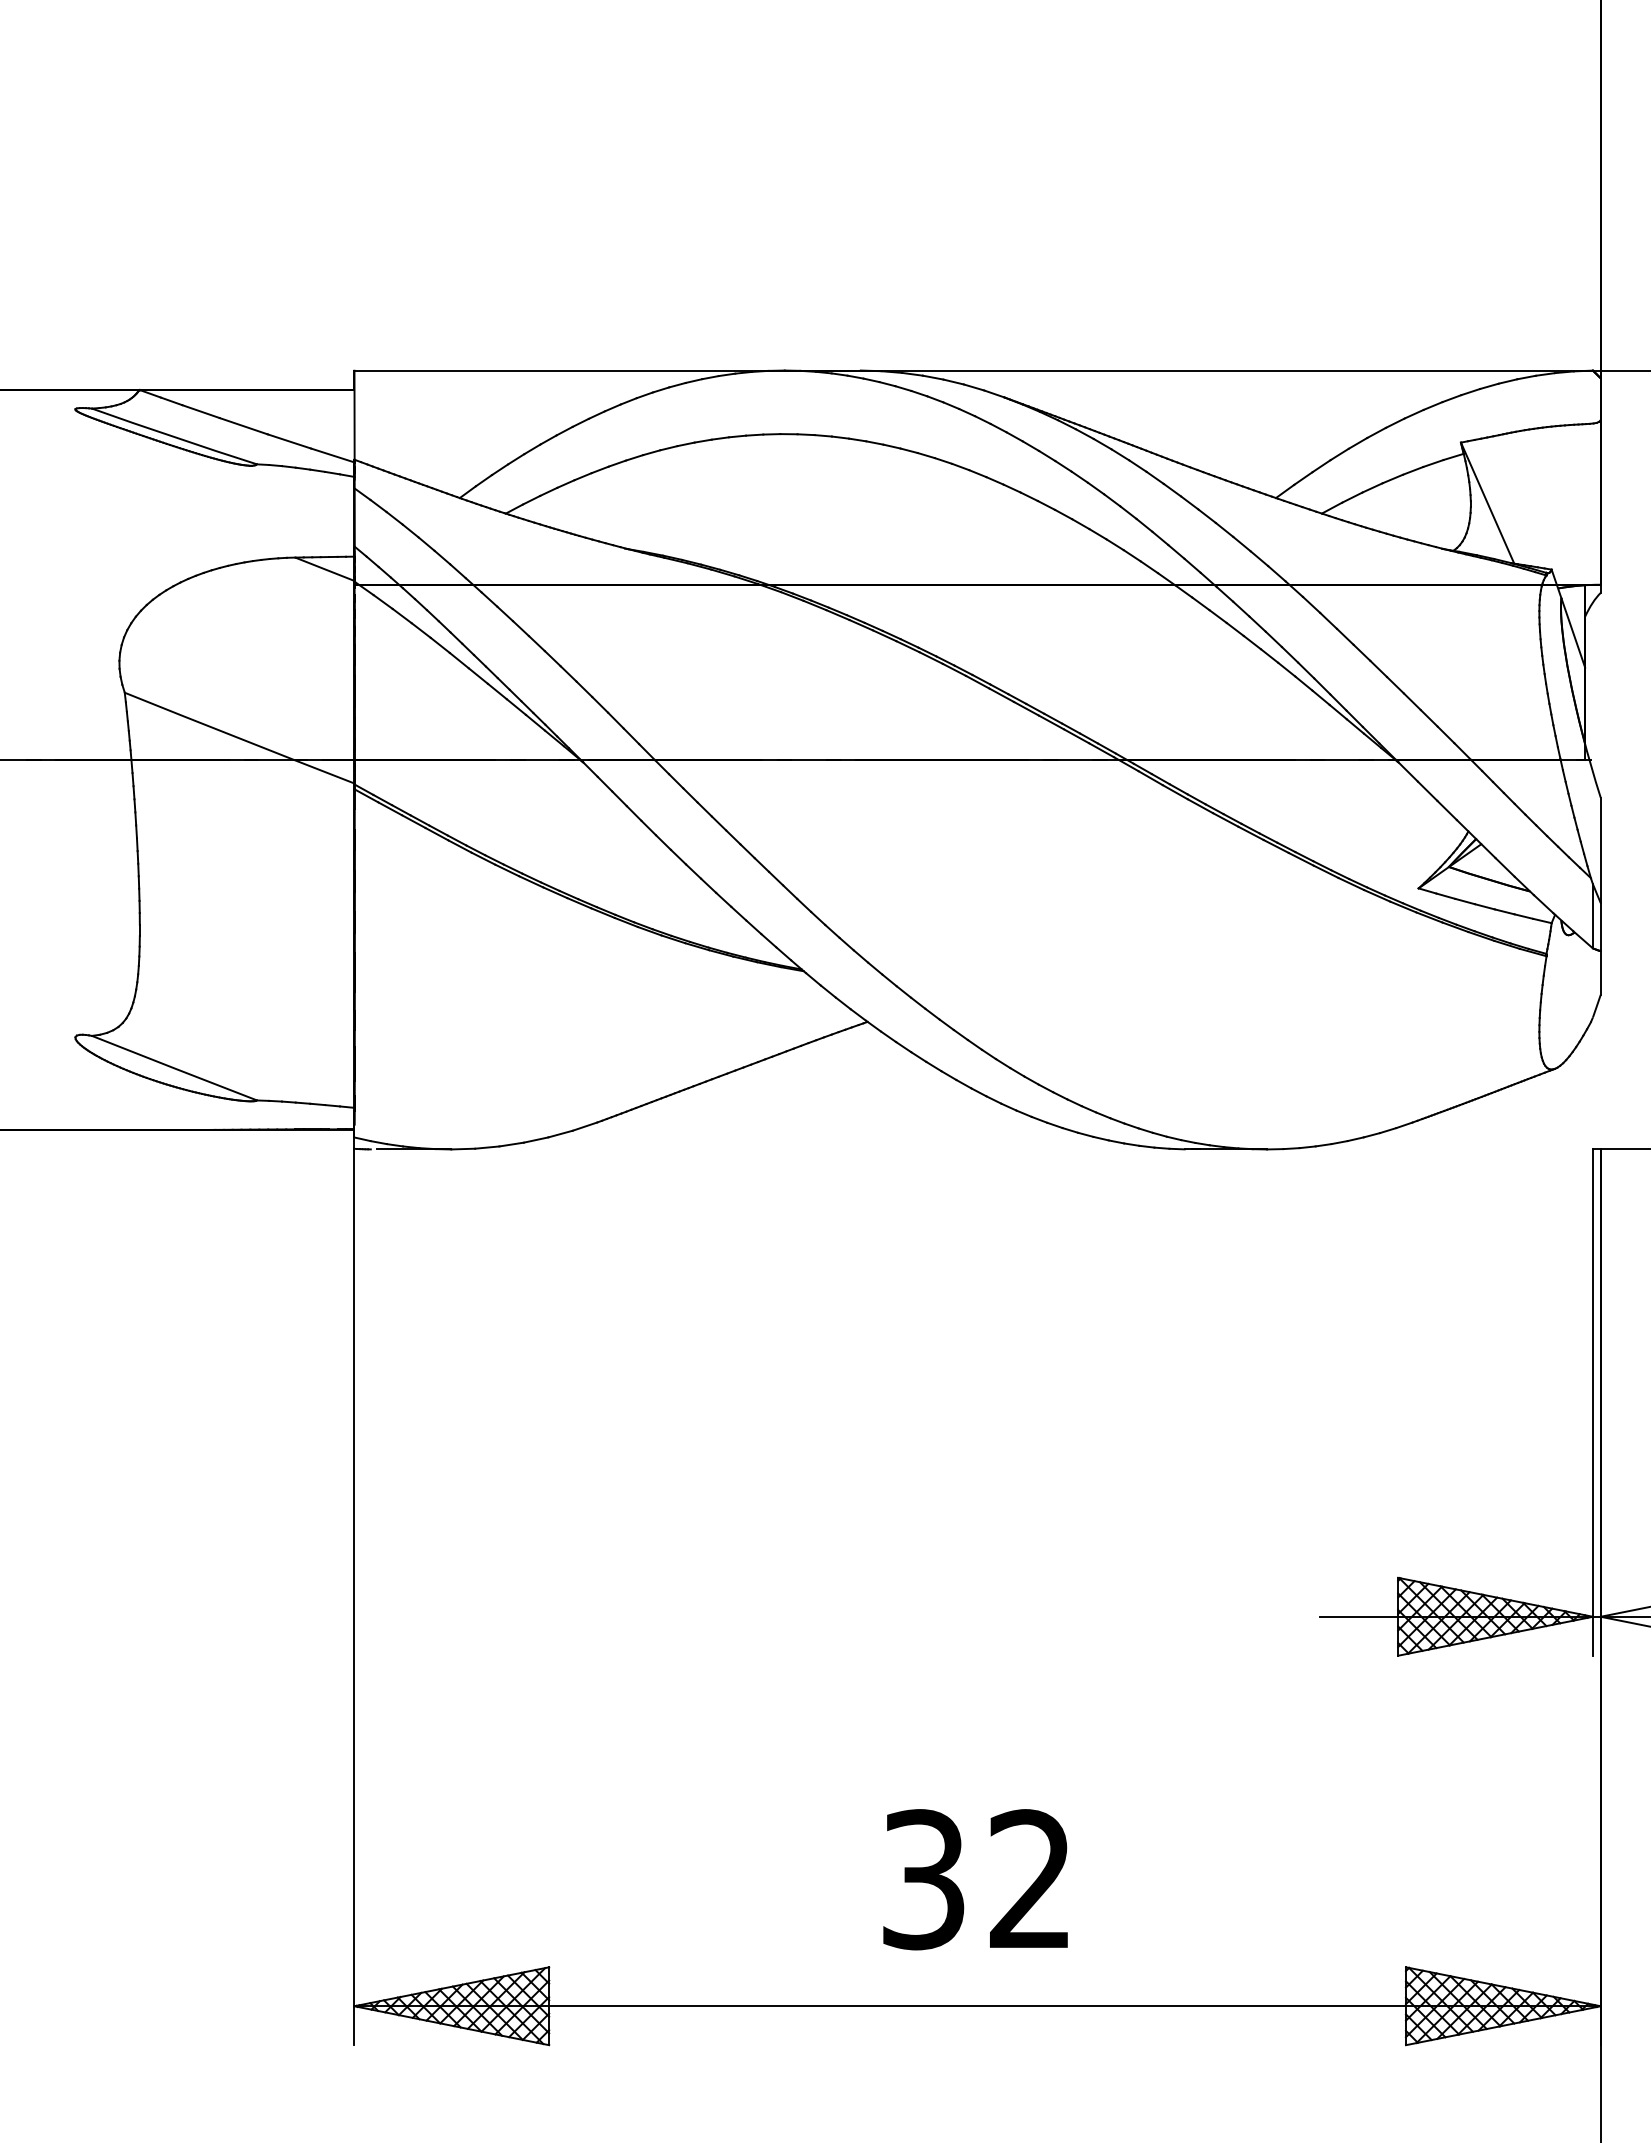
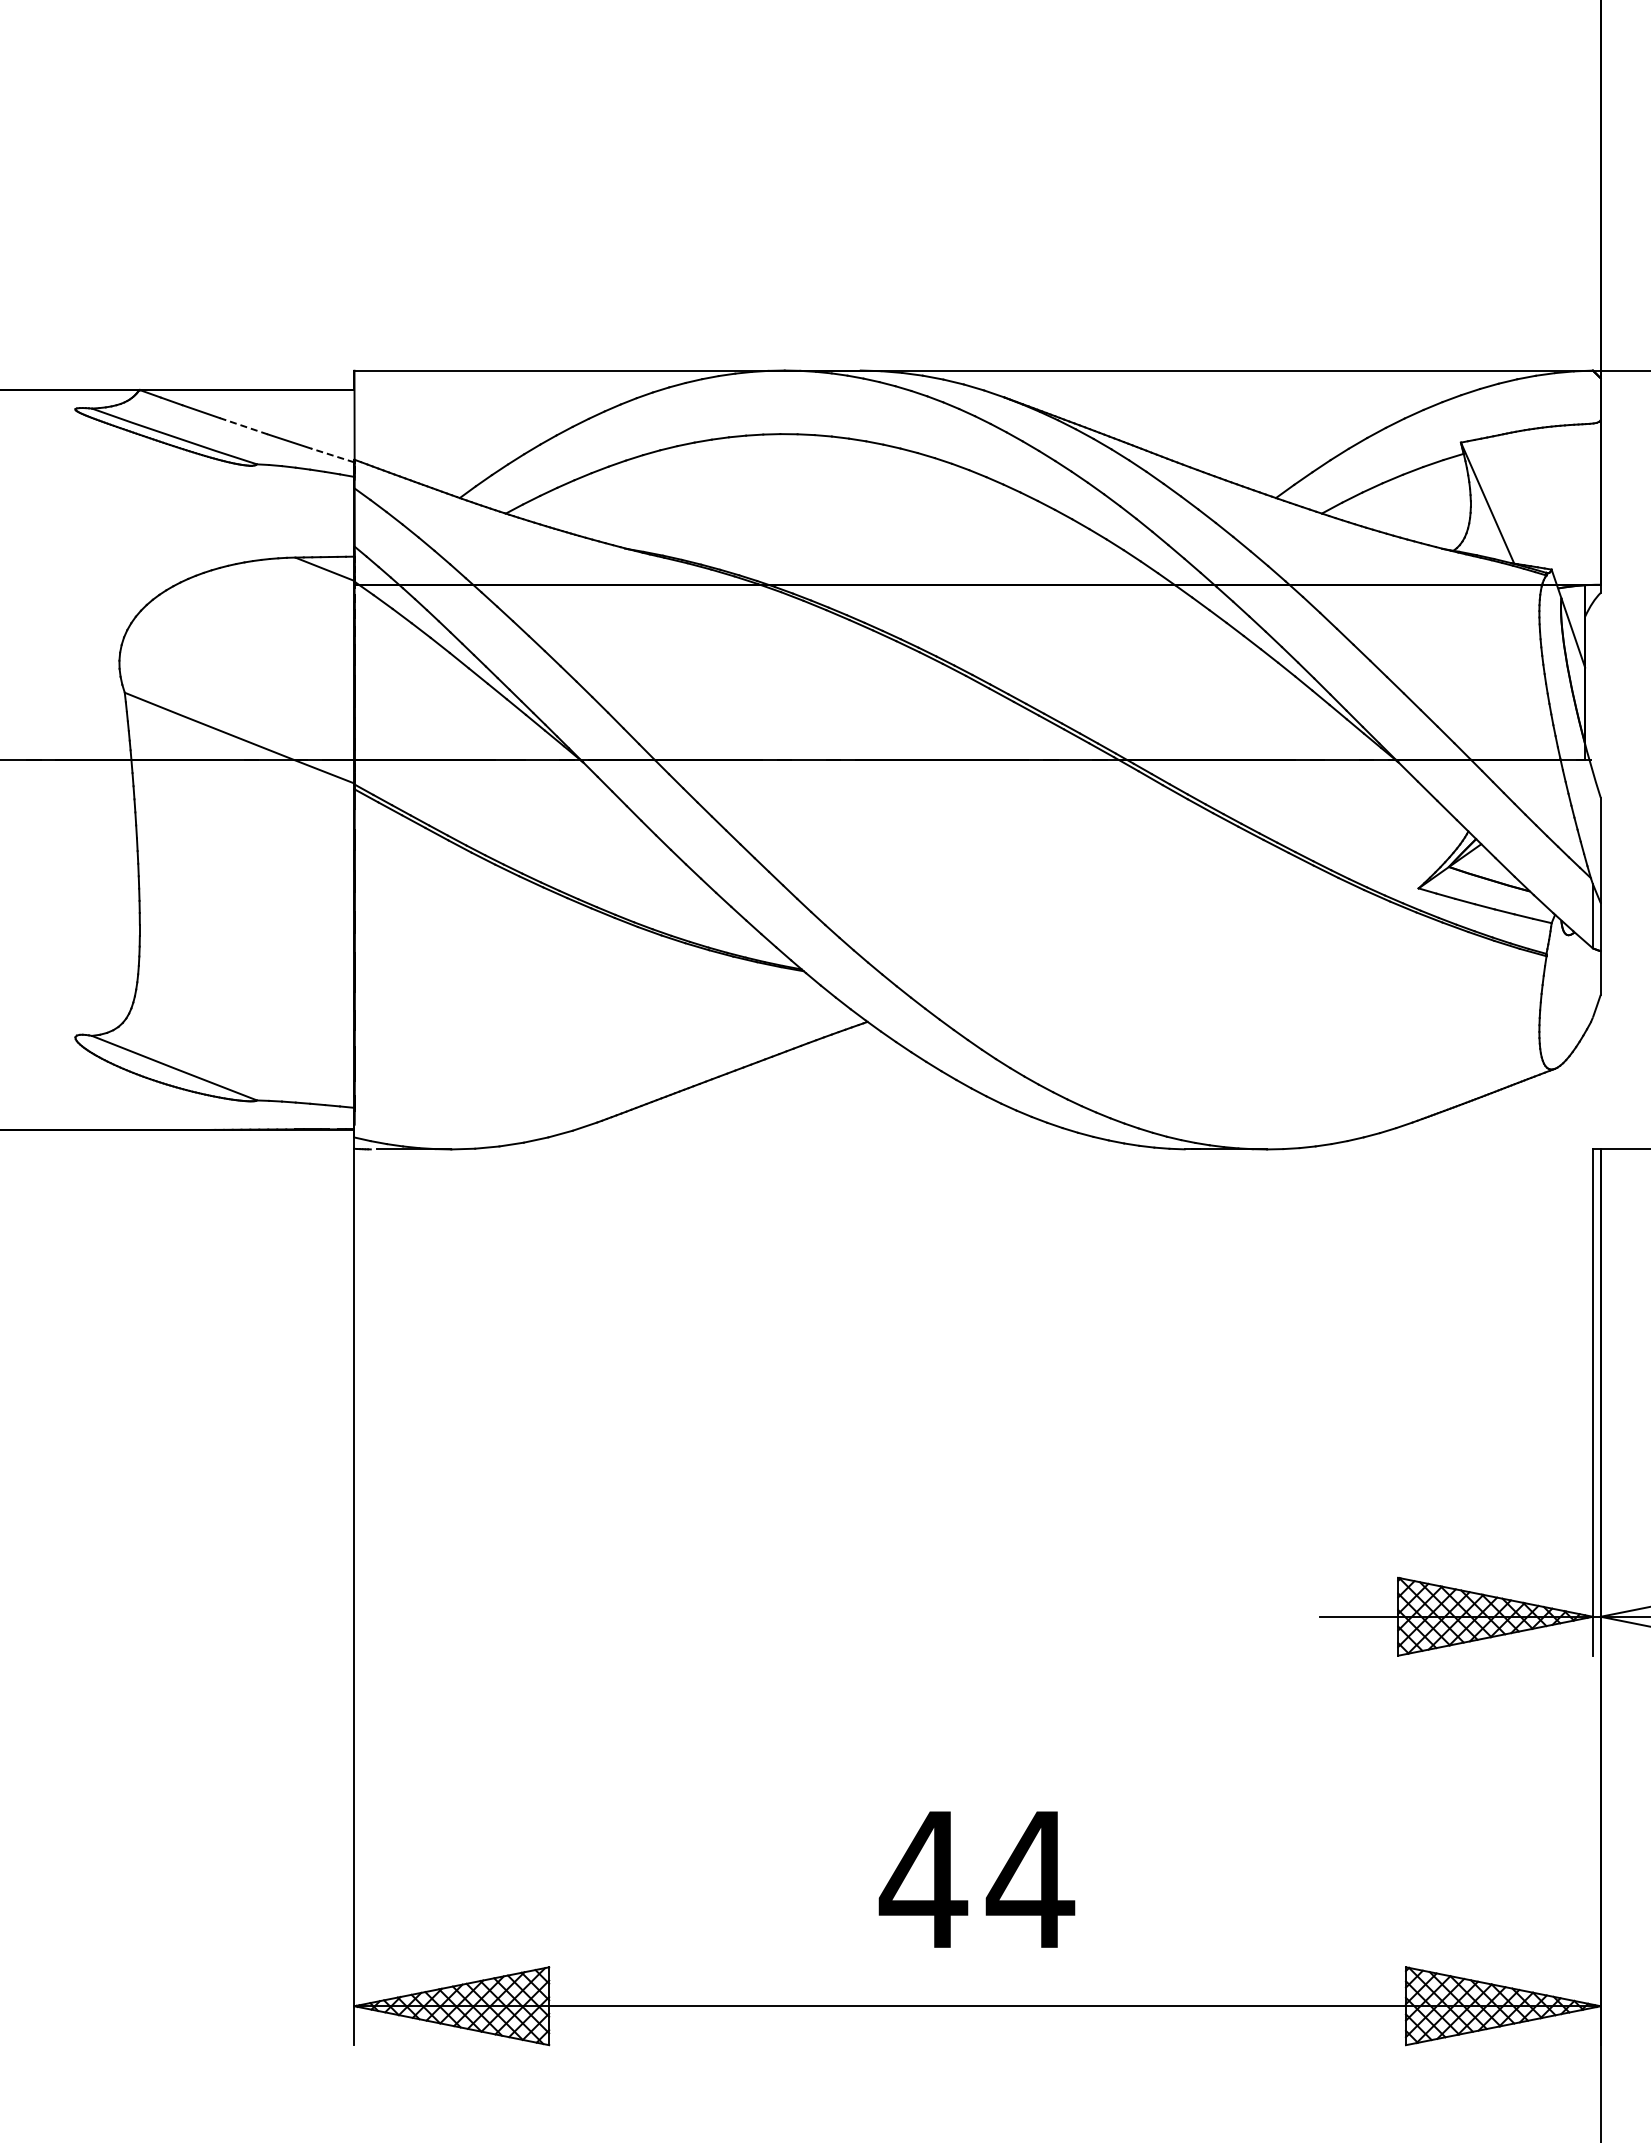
line at (243, 426): solid -> dashed
line at (332, 455): solid -> dashed
text at (976, 1879): 32 -> 44
